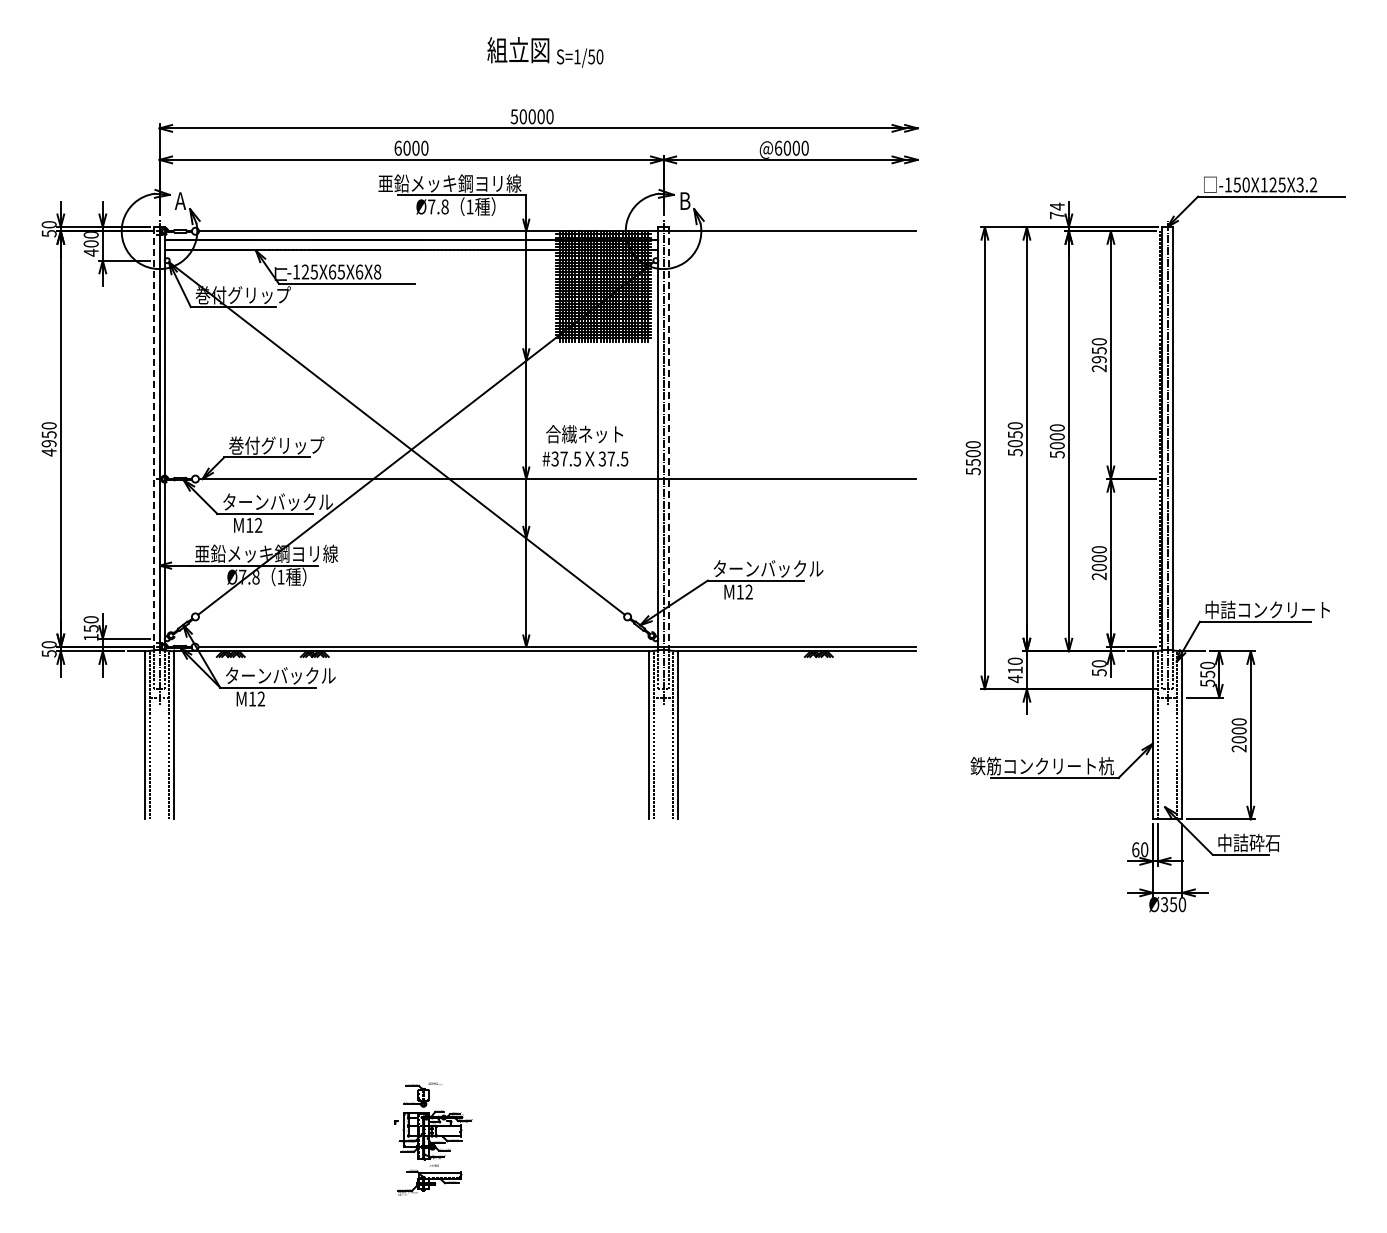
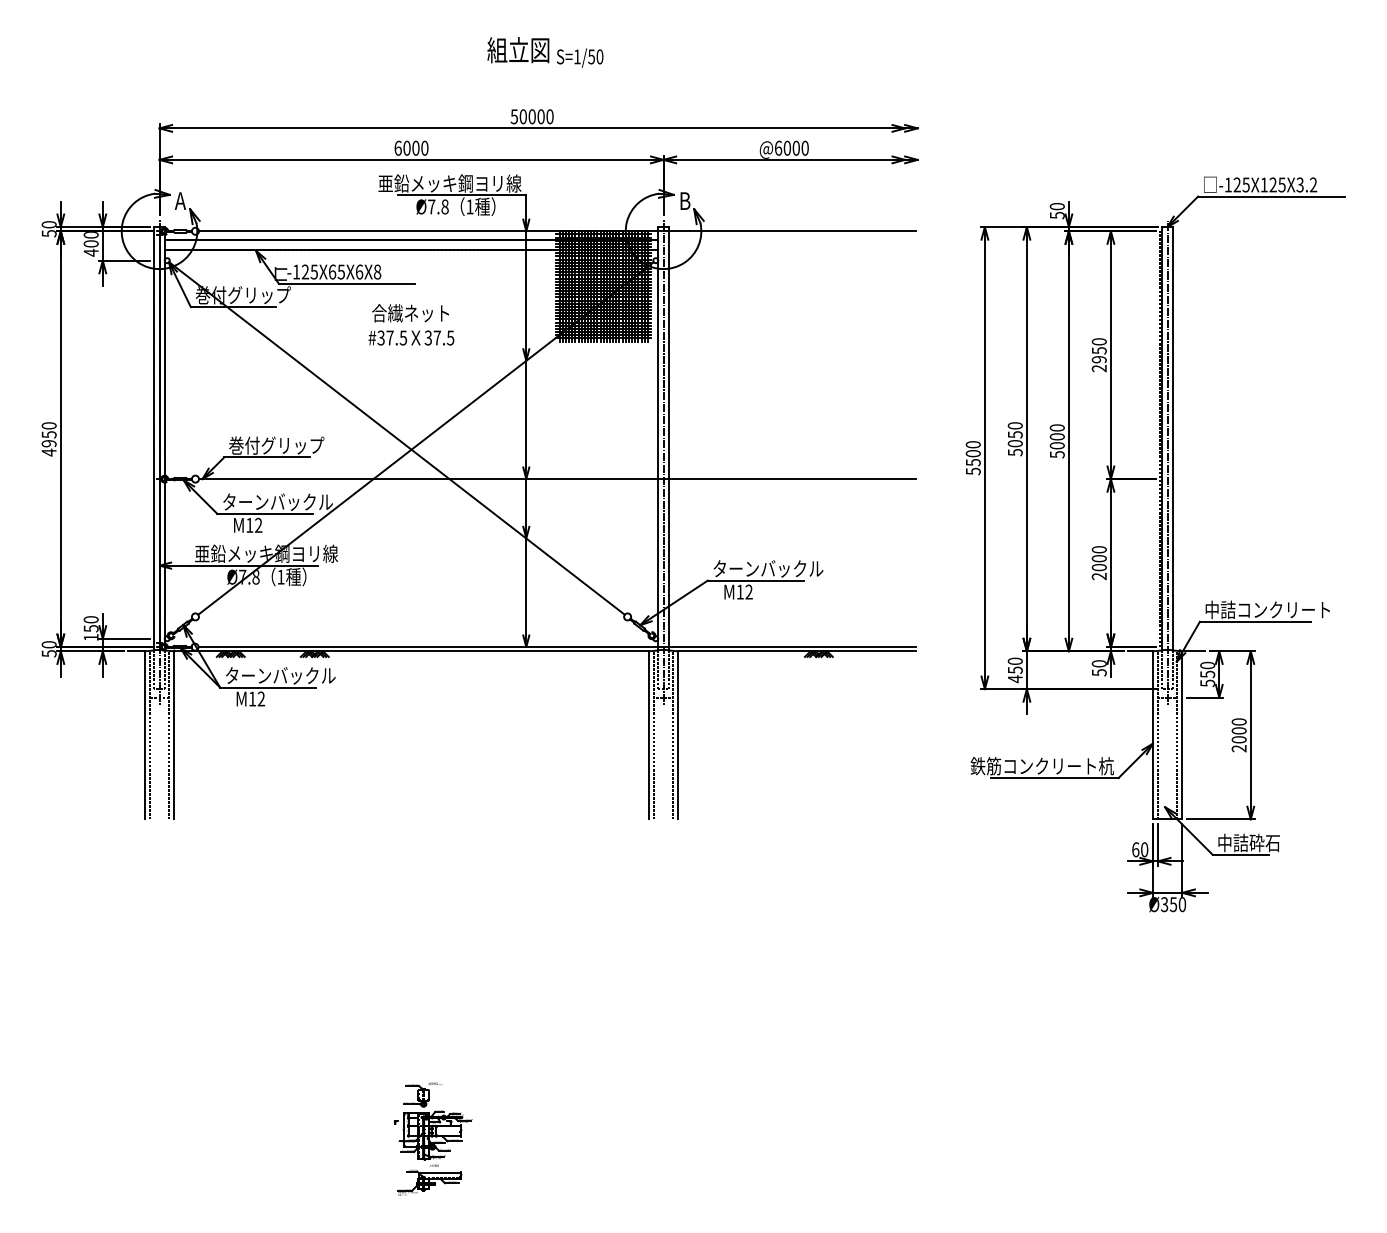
text at (1241, 184): -150X125X3.2 -> -125X125X3.2
text at (1056, 210): 74 -> 50
line at (154, 438): dashed -> solid
line at (668, 438): dashed -> solid
text at (585, 445) position: (585, 445) -> (411, 324)
text at (1015, 669): 410 -> 450
